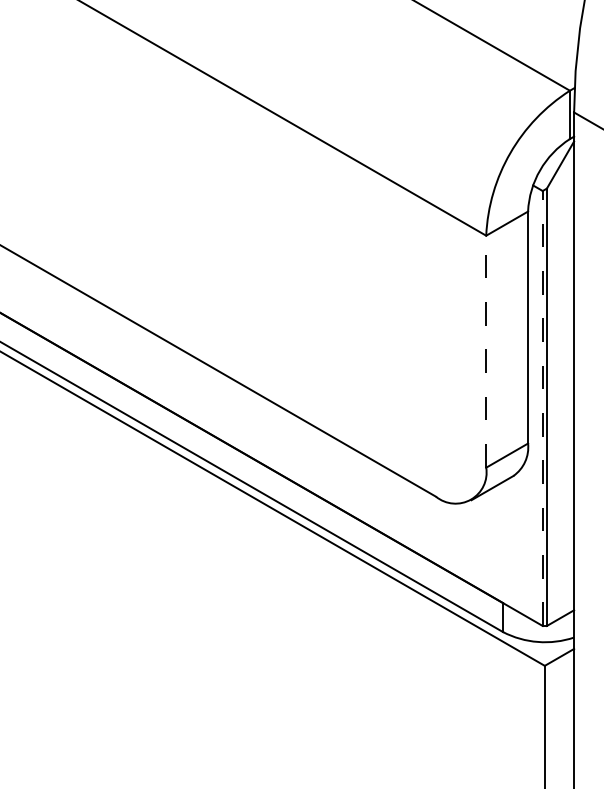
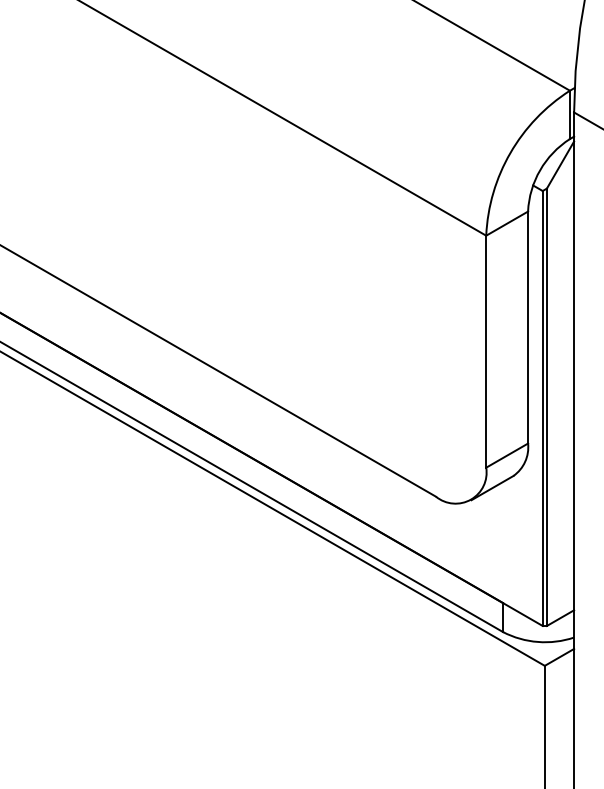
line at (486, 351): dashed -> solid
line at (542, 408): dashed -> solid
